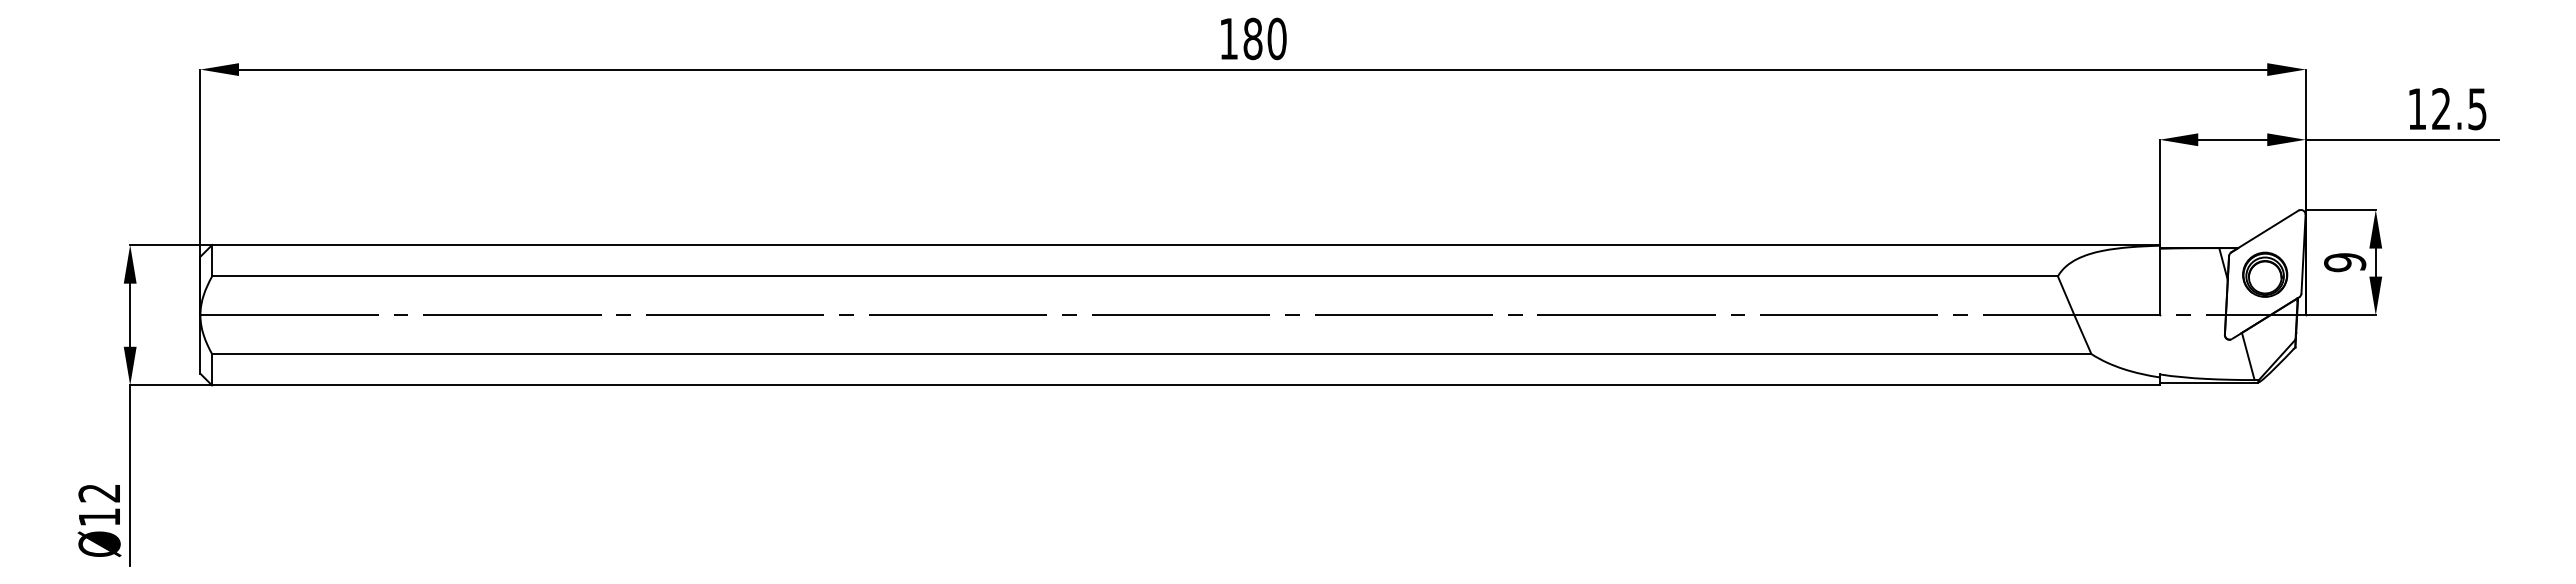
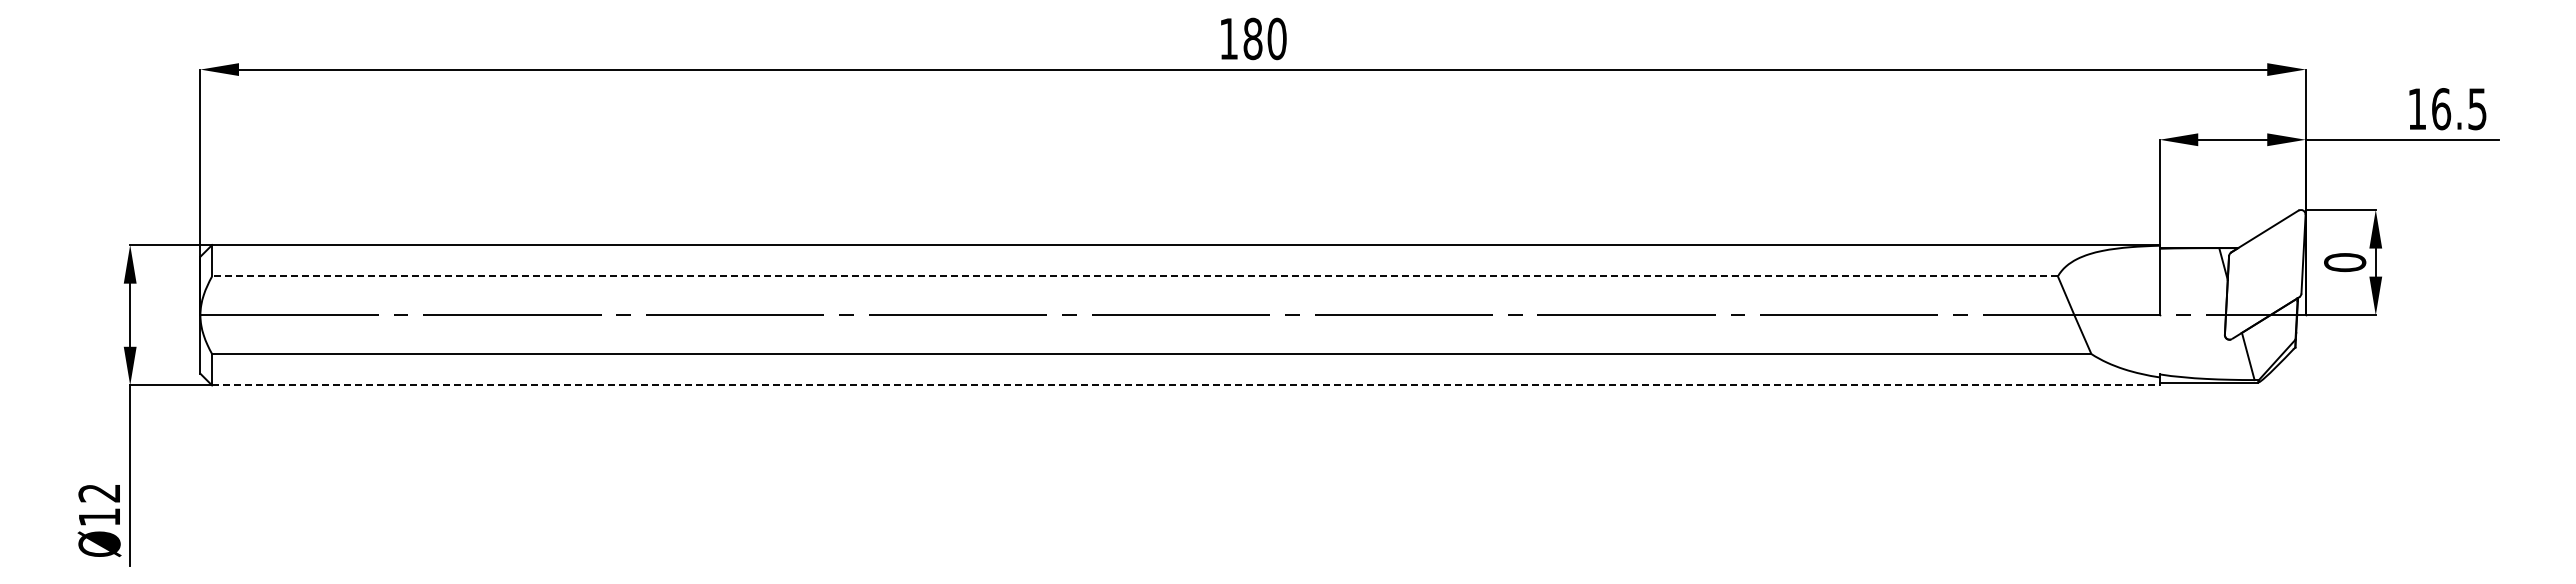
text at (2441, 109): 12.5 -> 16.5
text at (2345, 262): 9 -> 0
part at (2265, 274): present -> none
line at (1135, 276): solid -> dashed
line at (1185, 385): solid -> dashed
